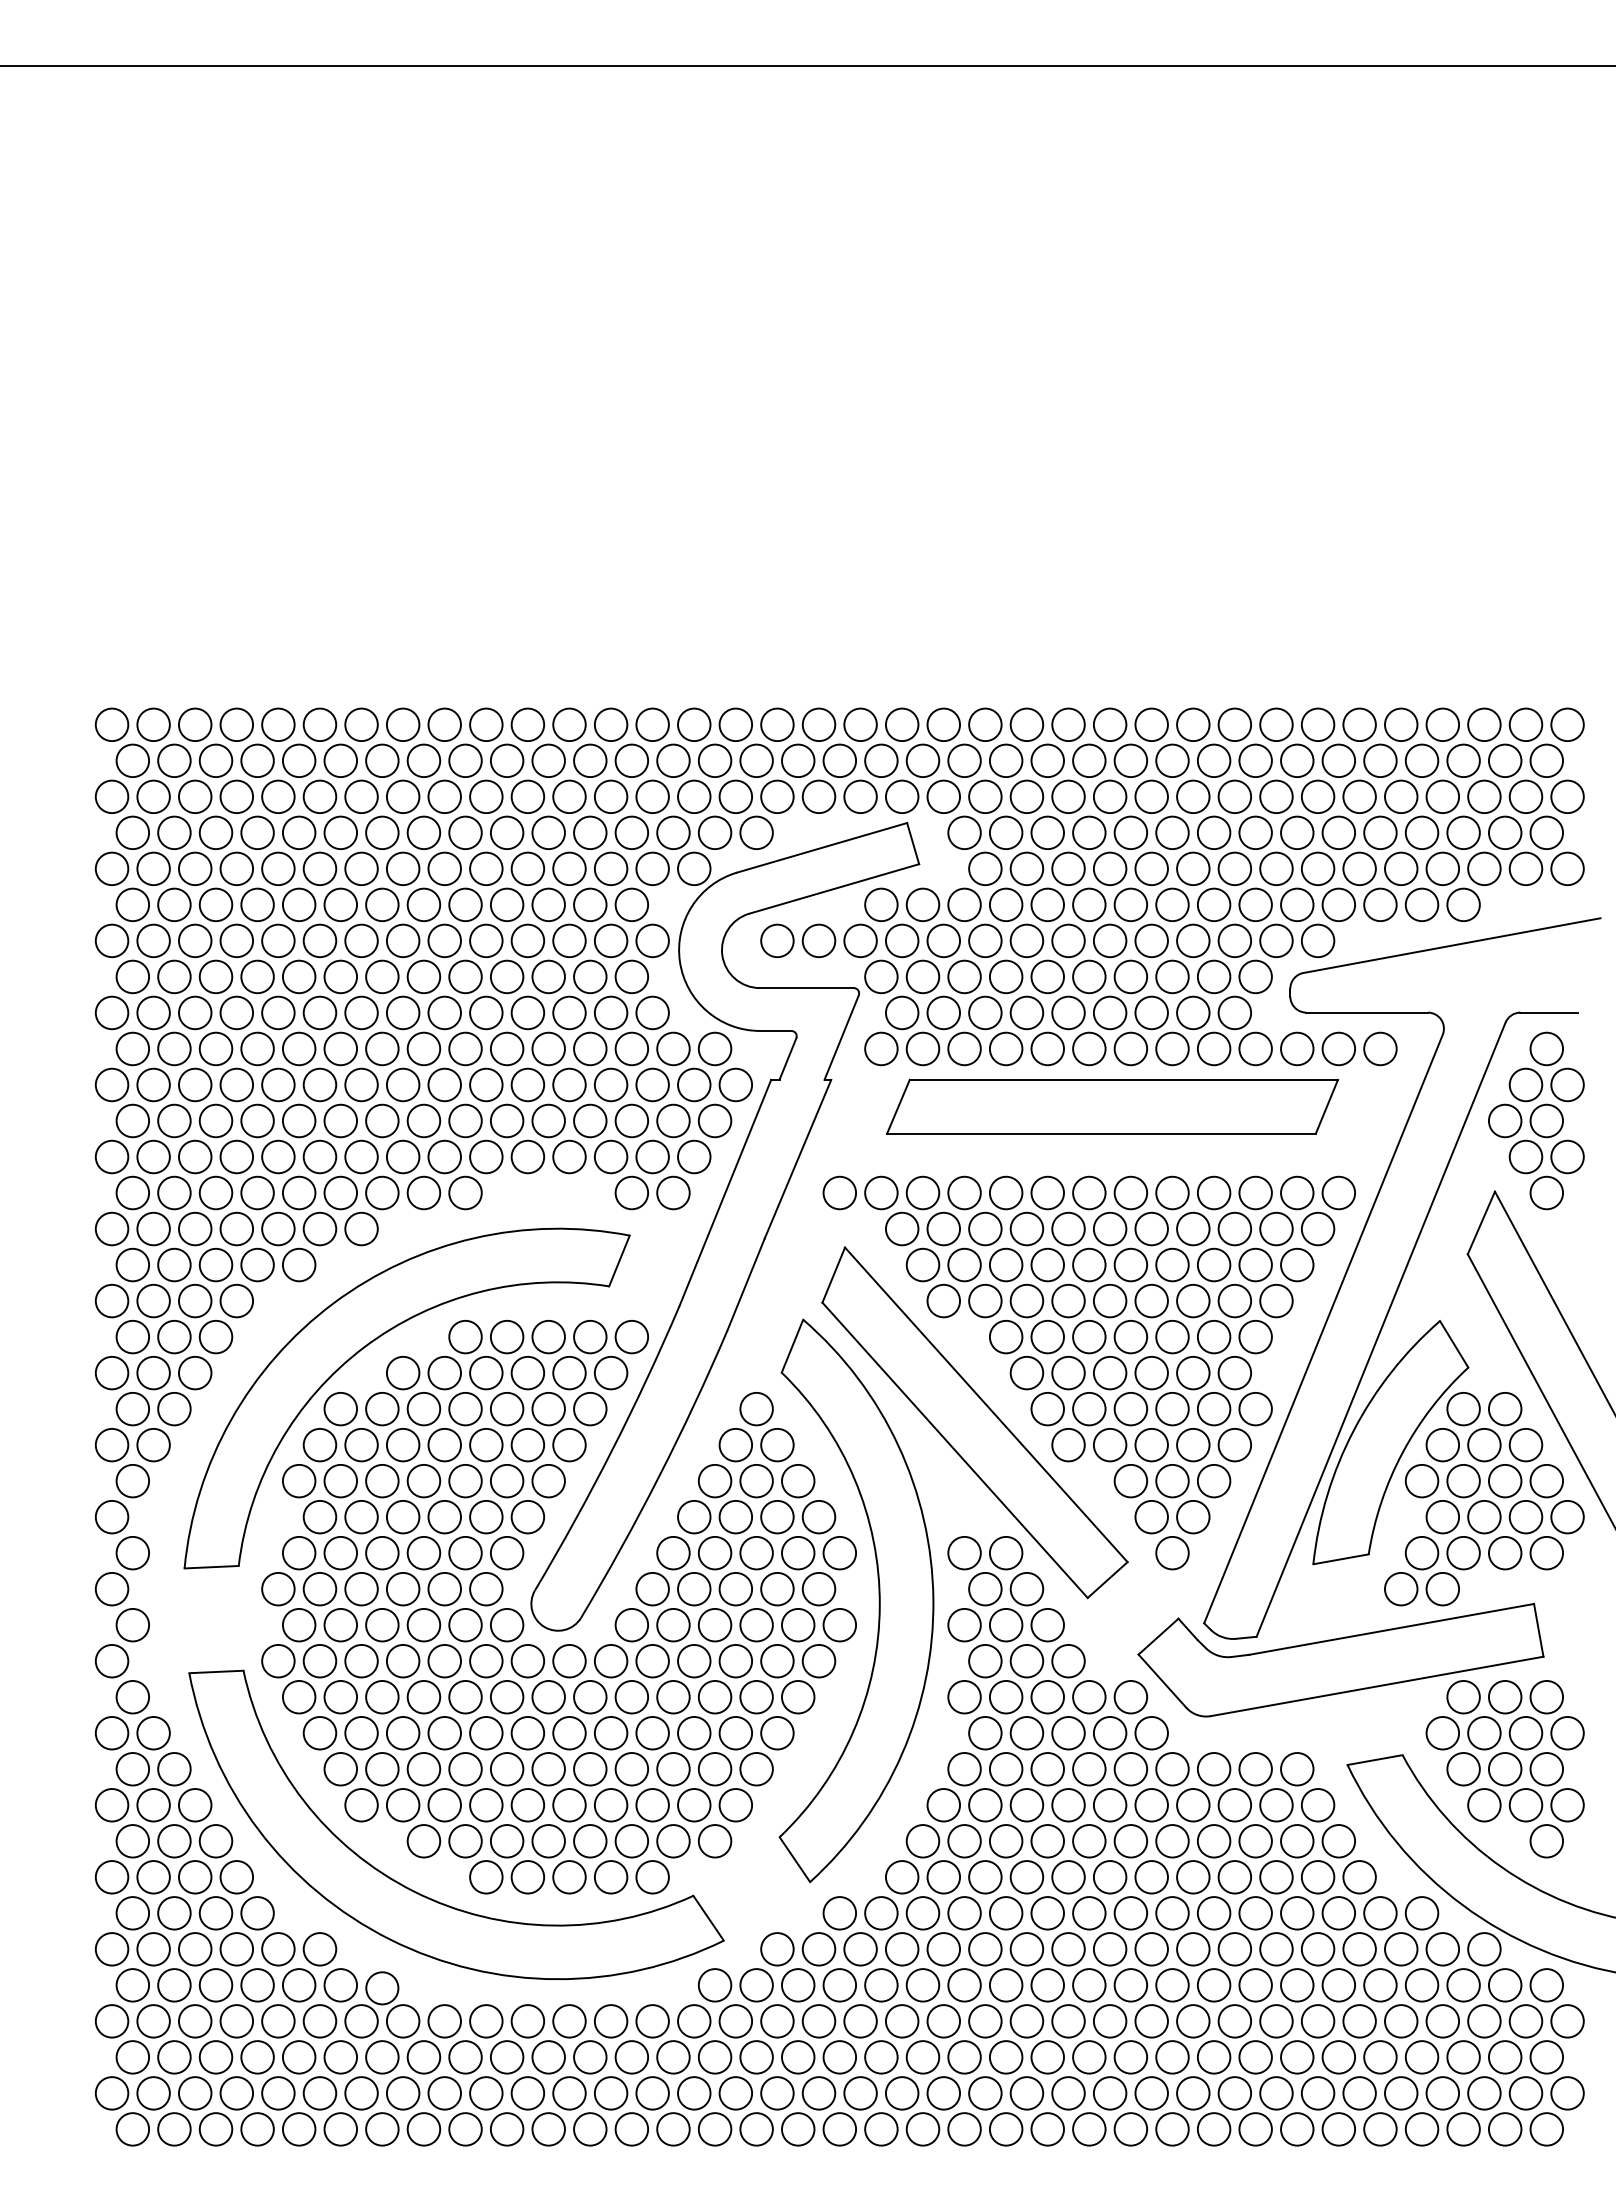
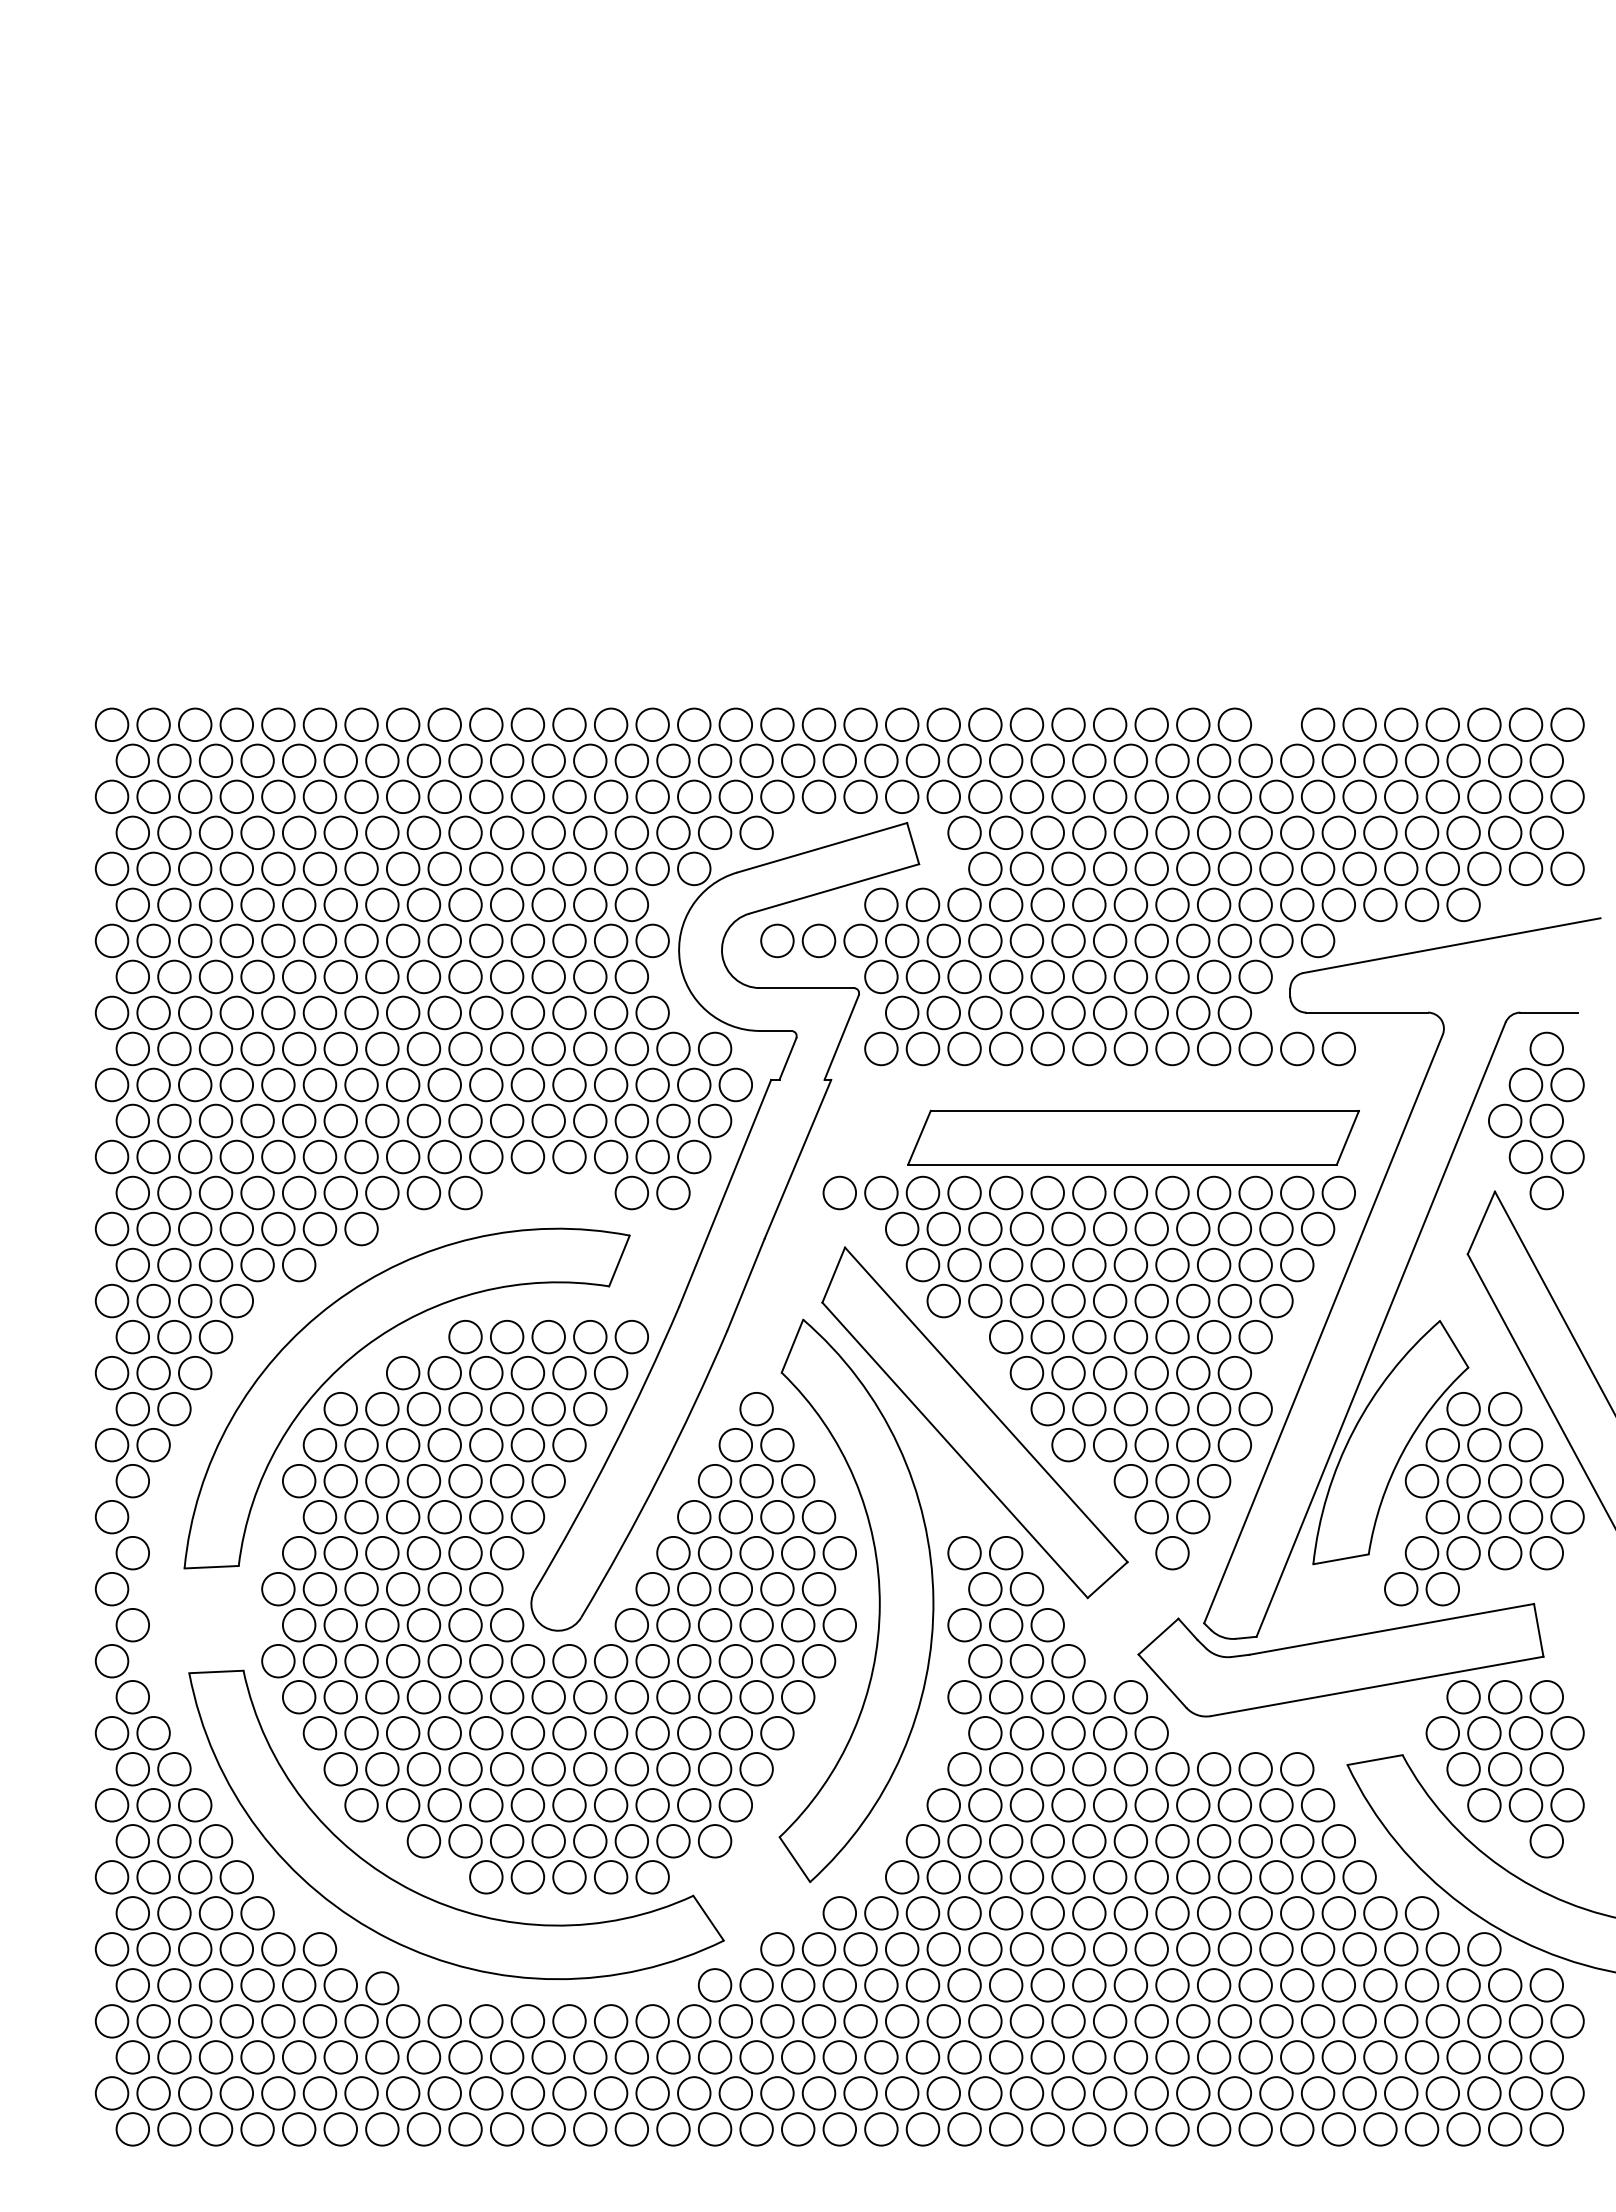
line at (807, 66): present -> none
circle at (1276, 724): present -> none
circle at (1380, 1048): present -> none
part at (1112, 1106) position: (1112, 1106) -> (1133, 1137)
